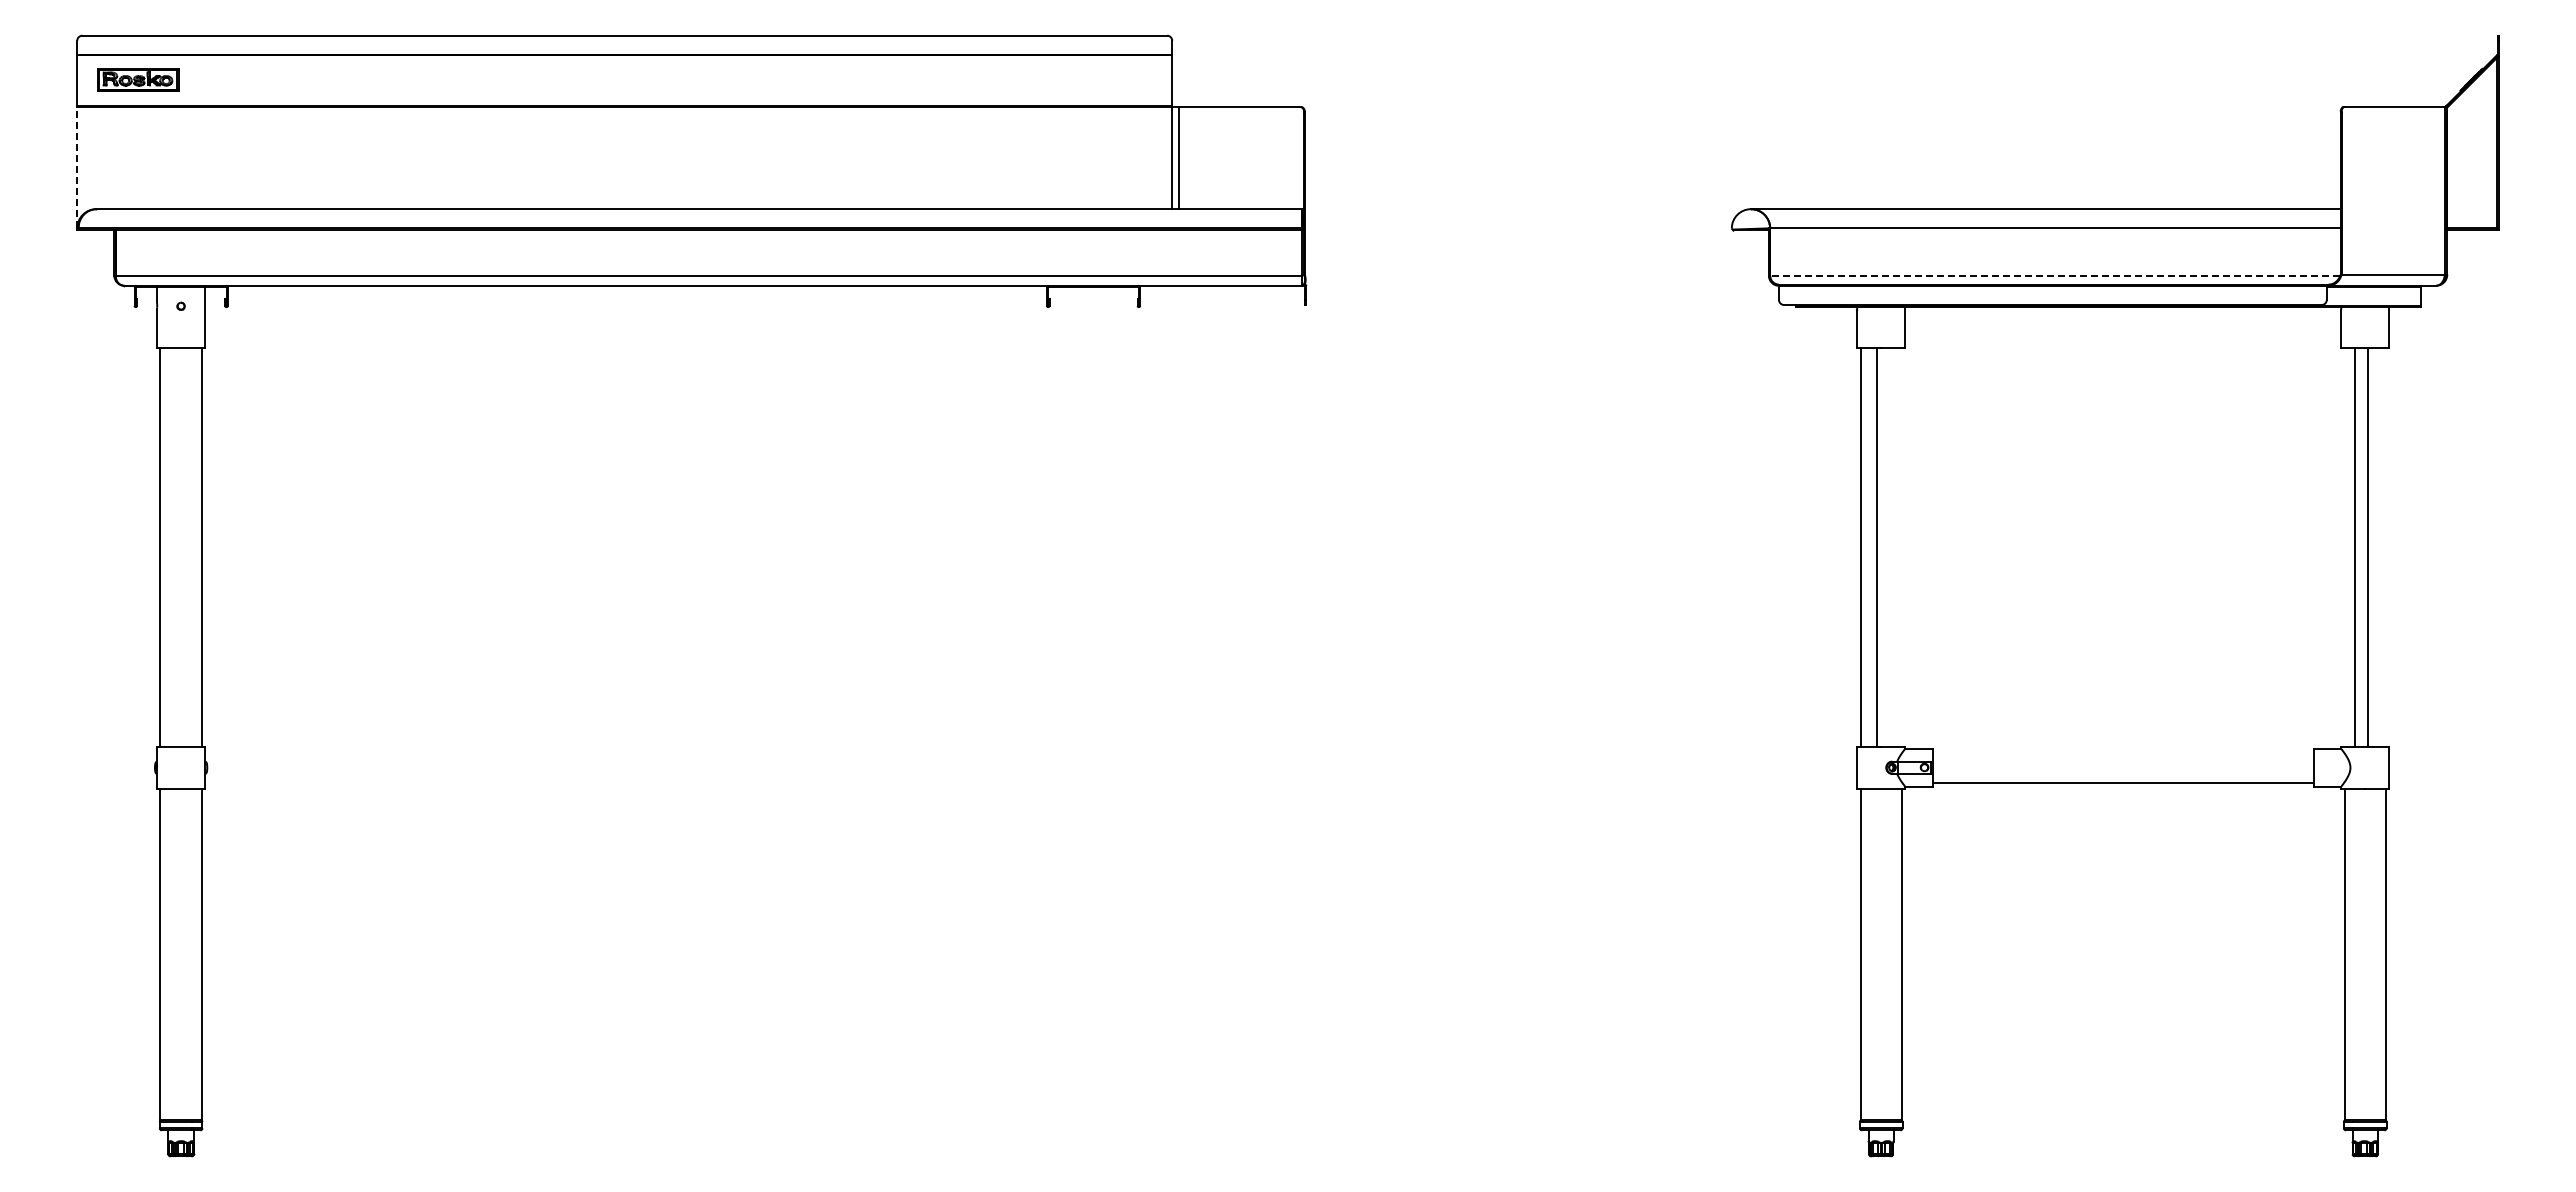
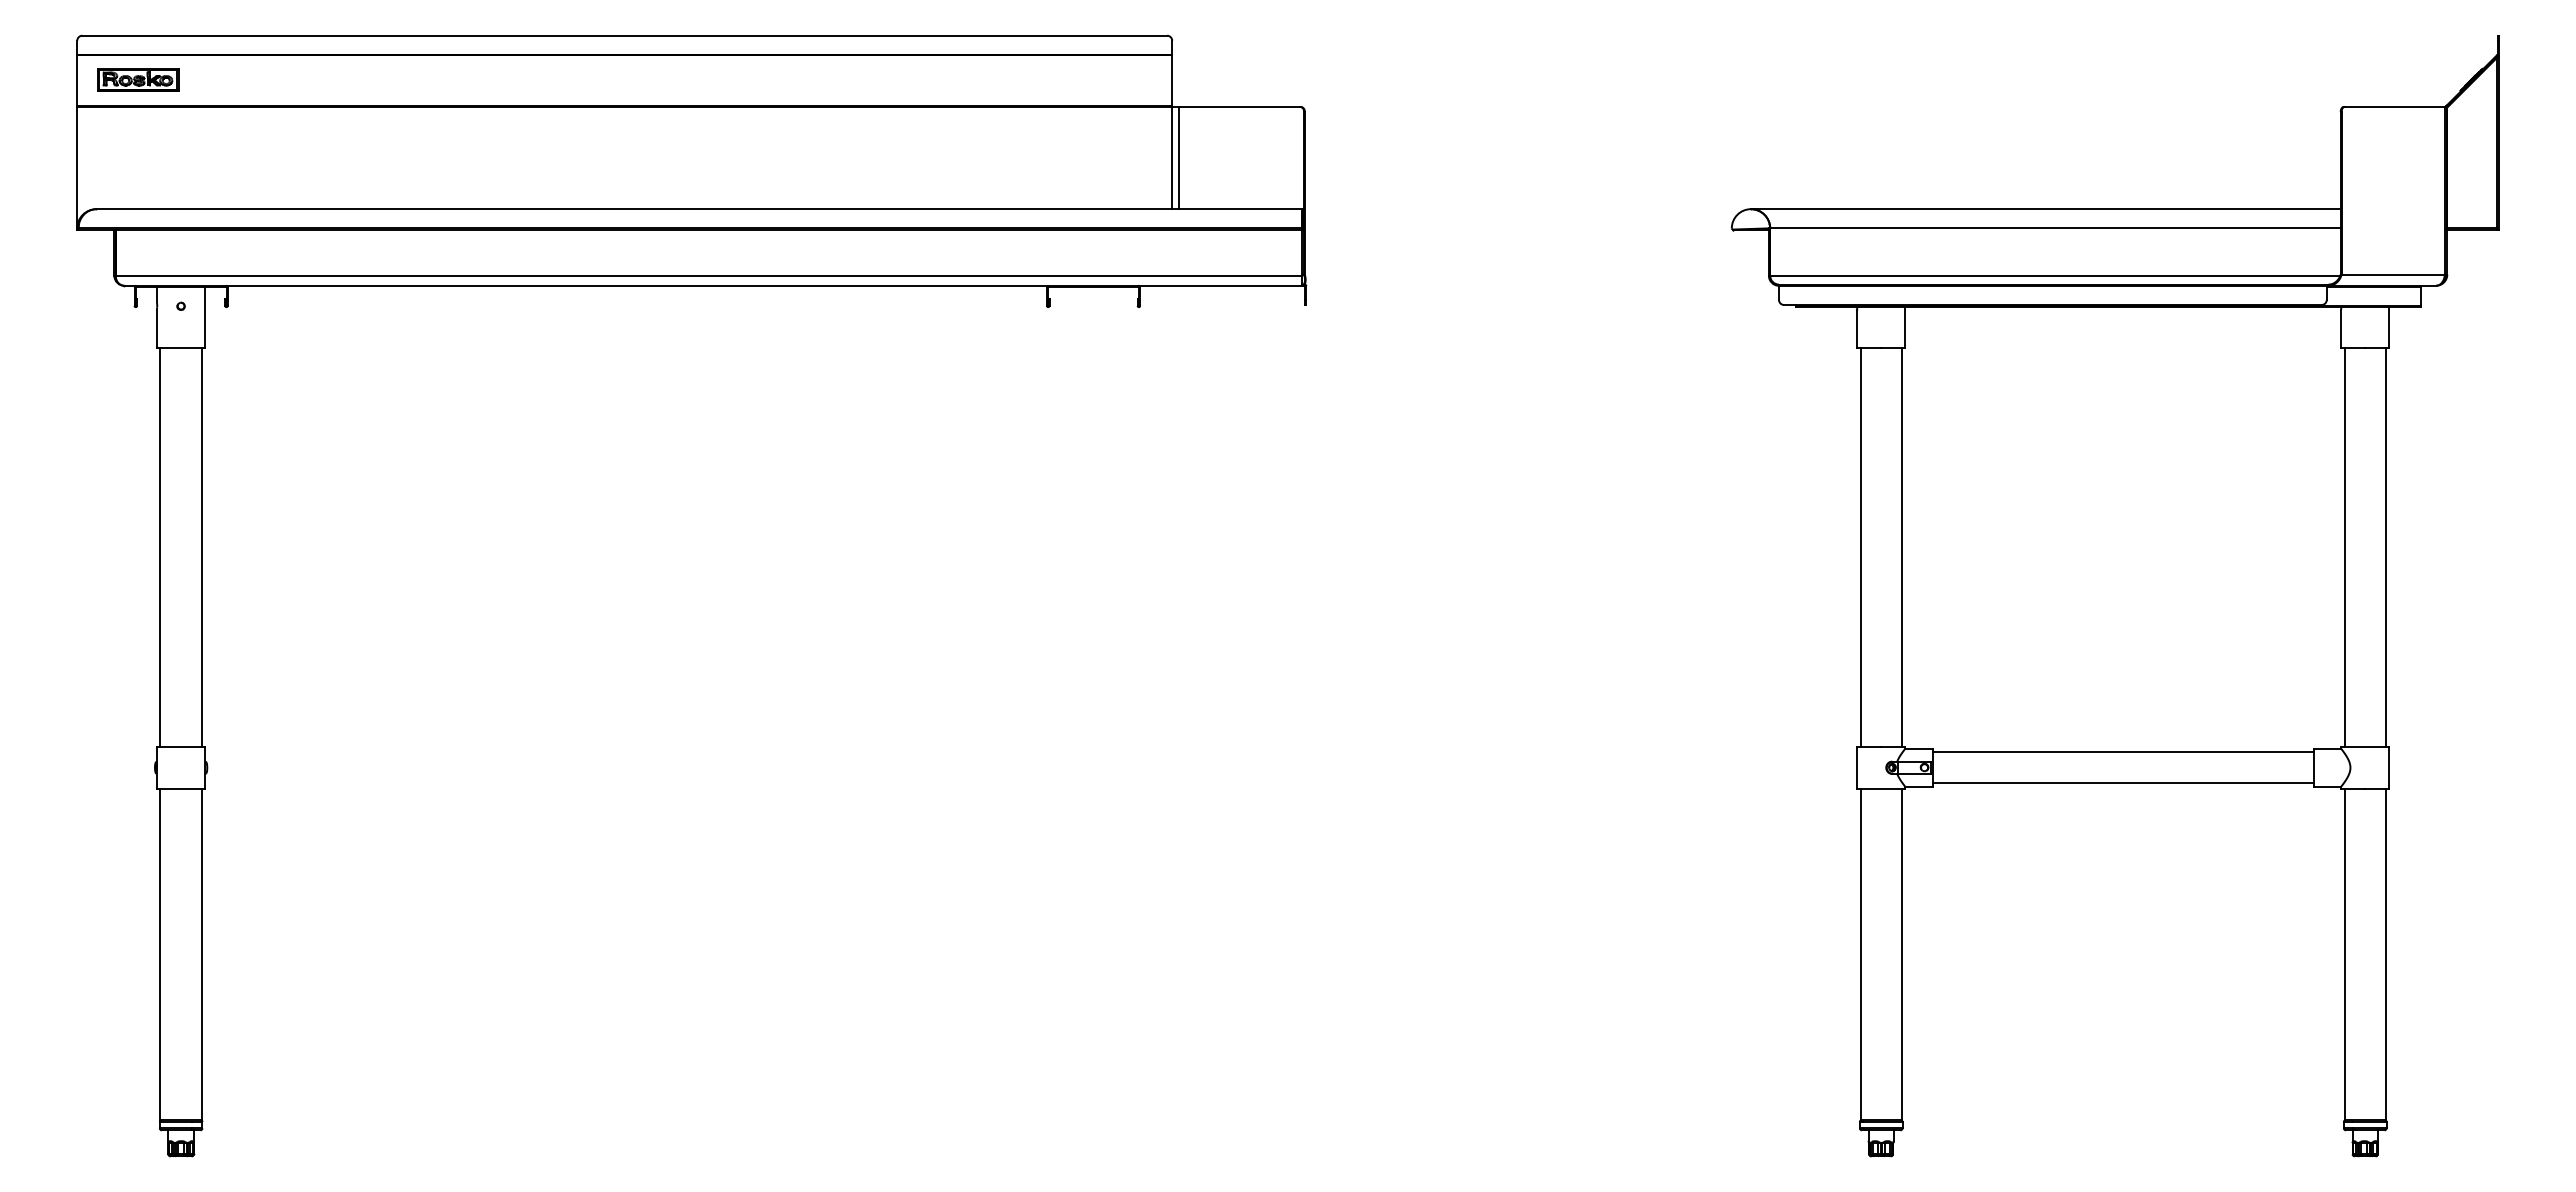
line at (77, 167): dashed -> solid
line at (2054, 275): dashed -> solid
line at (1876, 546) position: (1876, 546) -> (1901, 546)
line at (2354, 546) position: (2354, 546) -> (2385, 546)
line at (2367, 546) position: (2367, 546) -> (2344, 546)
line at (2122, 752): none -> present
